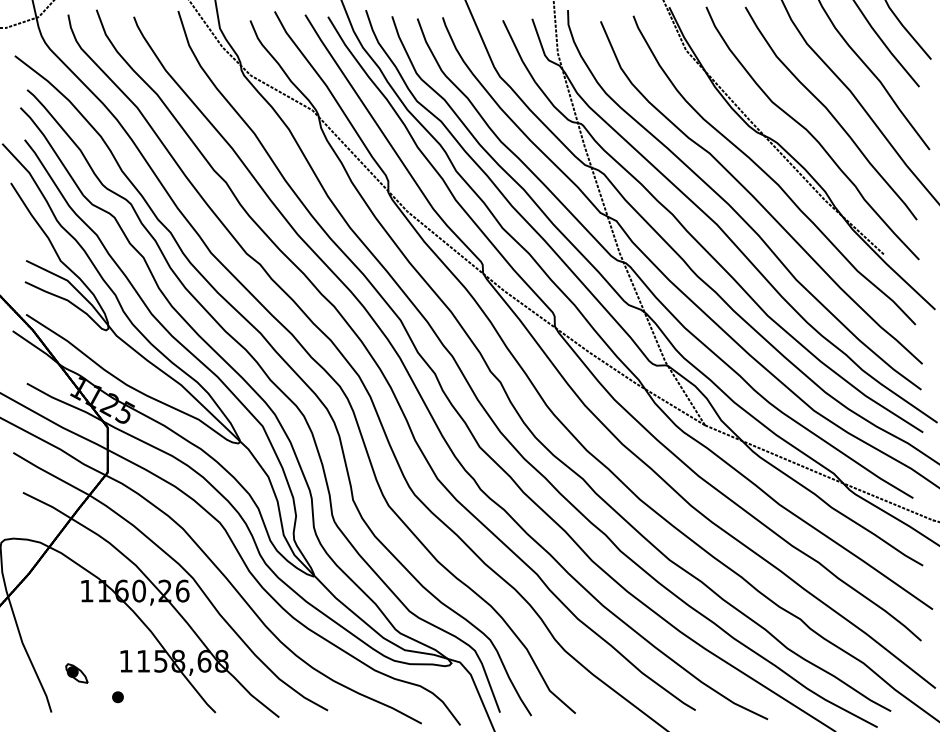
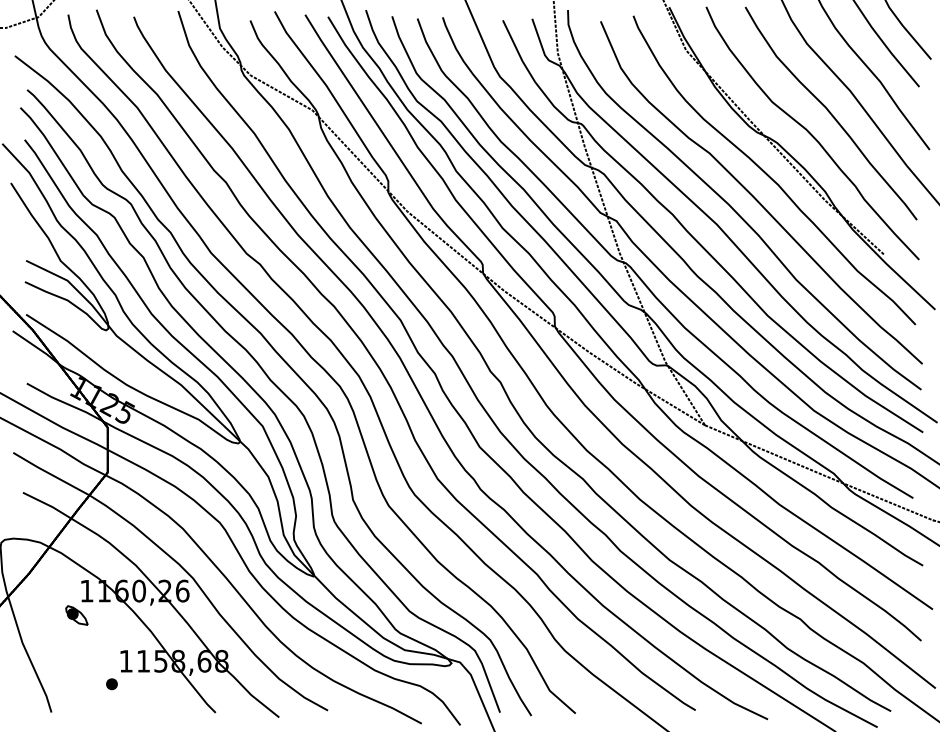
part at (76, 673) position: (76, 673) -> (76, 615)
part at (117, 697) position: (117, 697) -> (111, 684)
